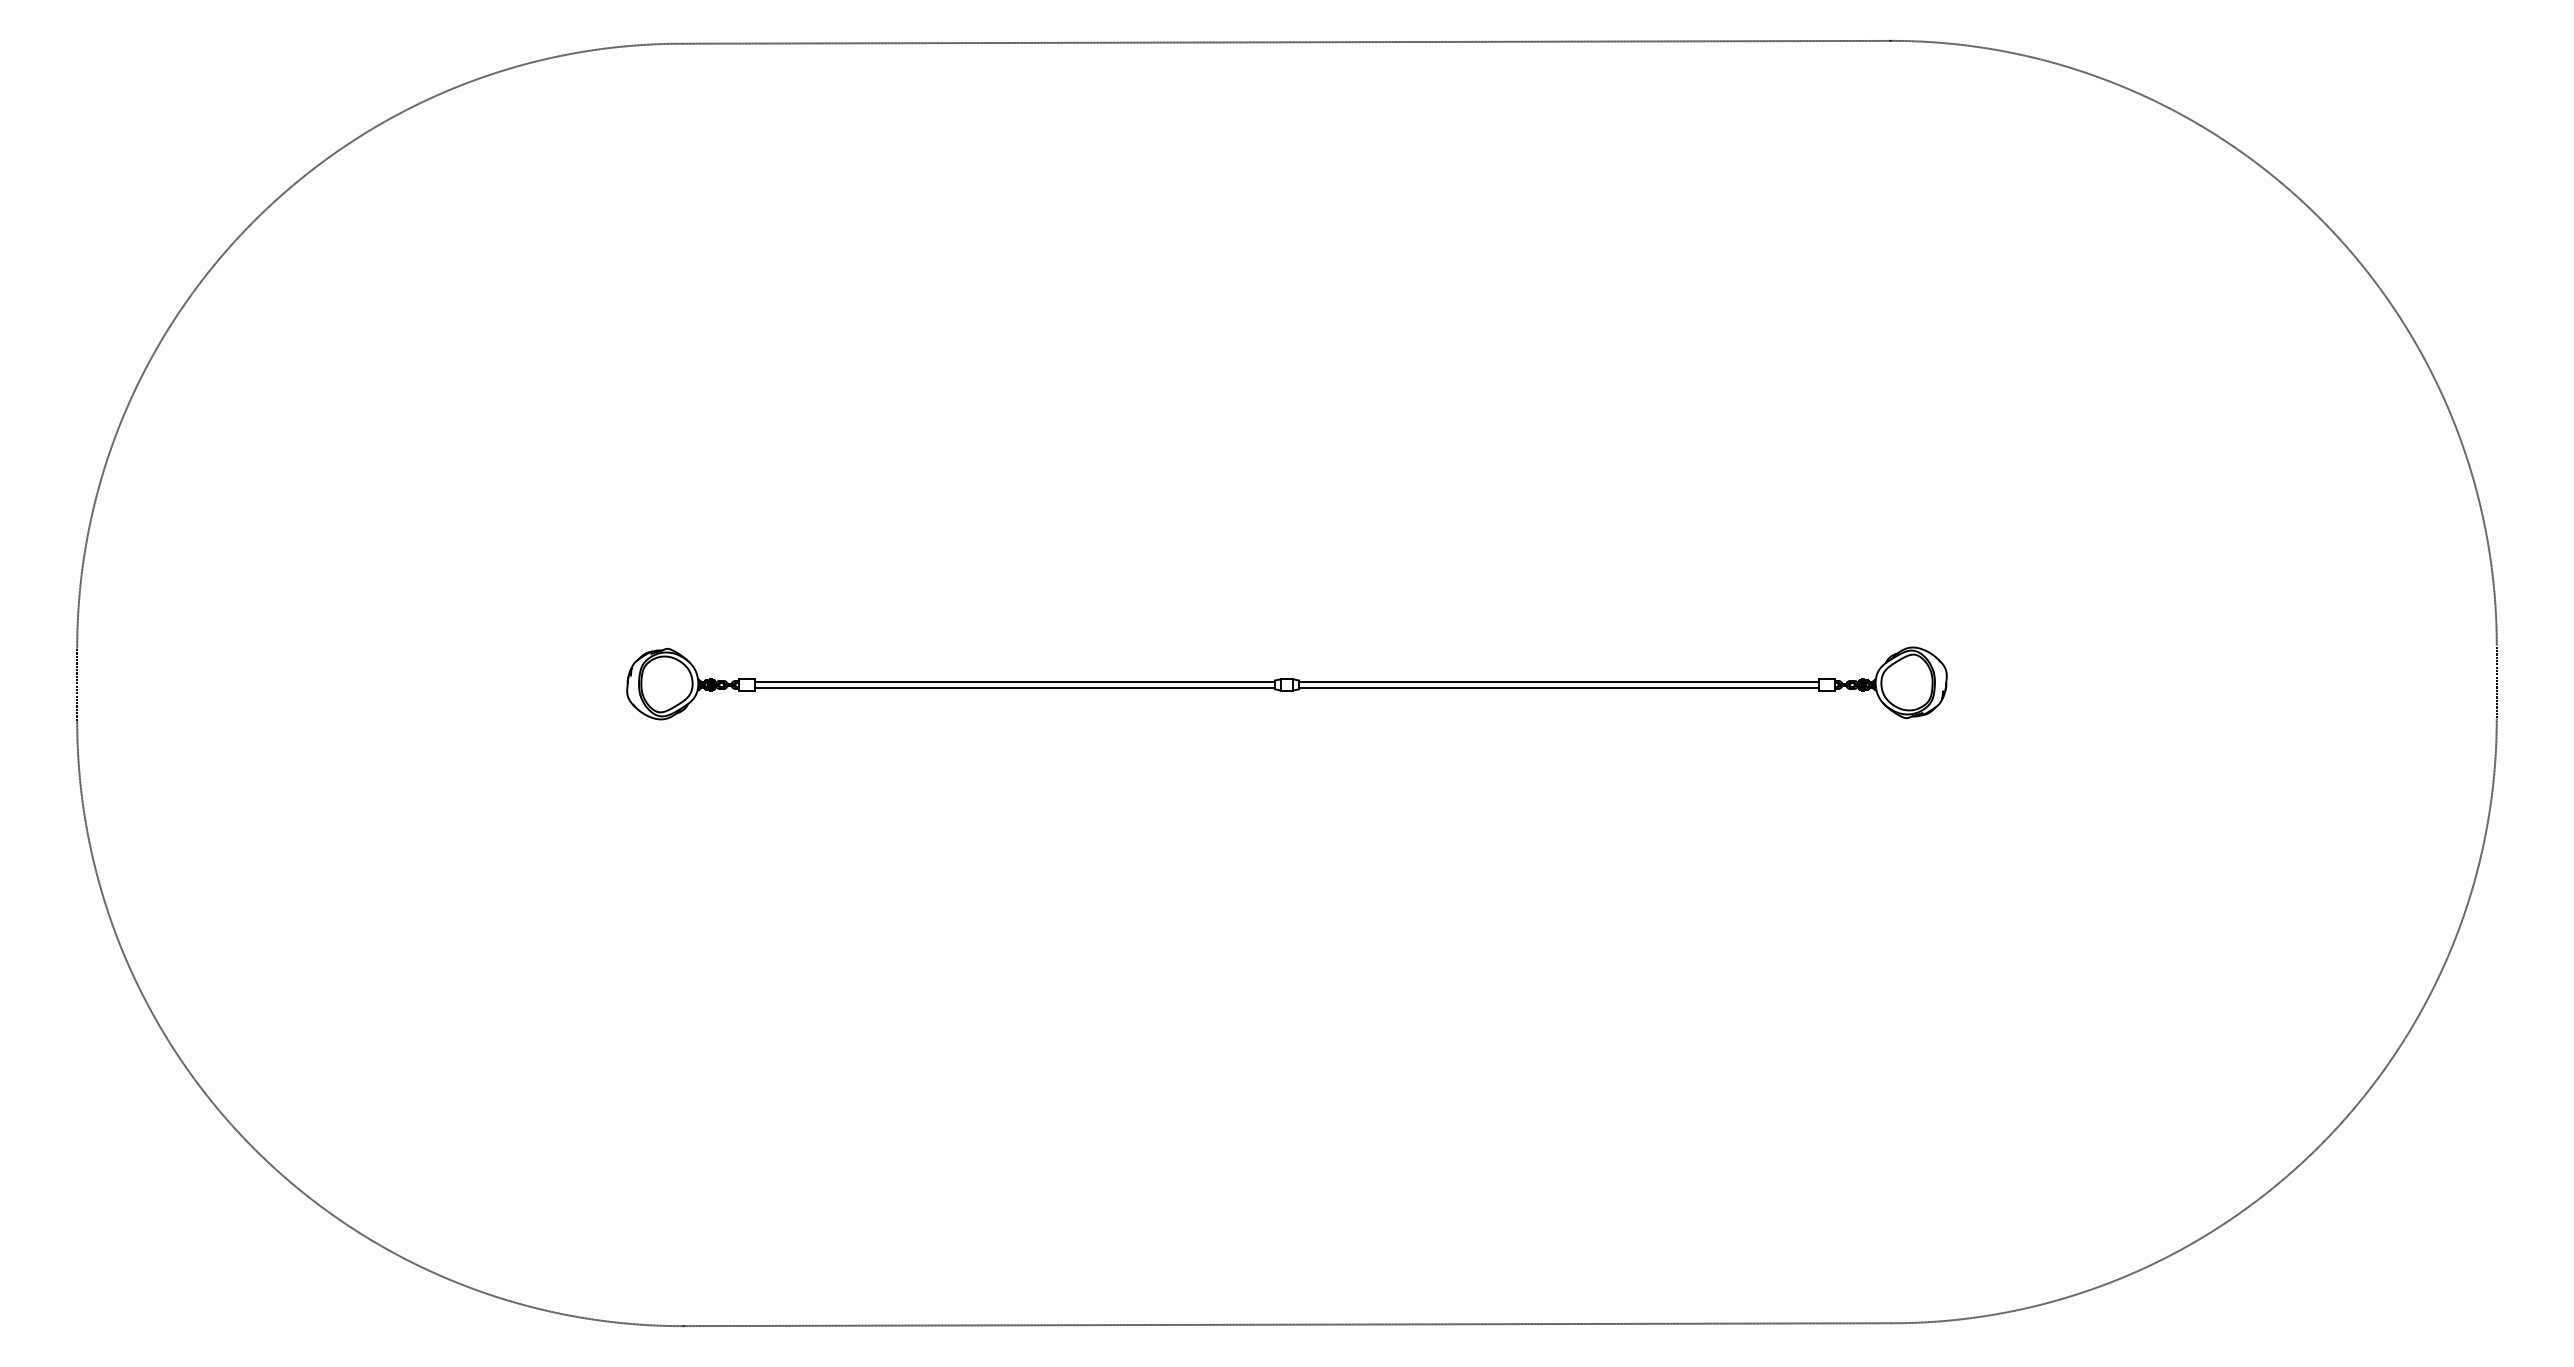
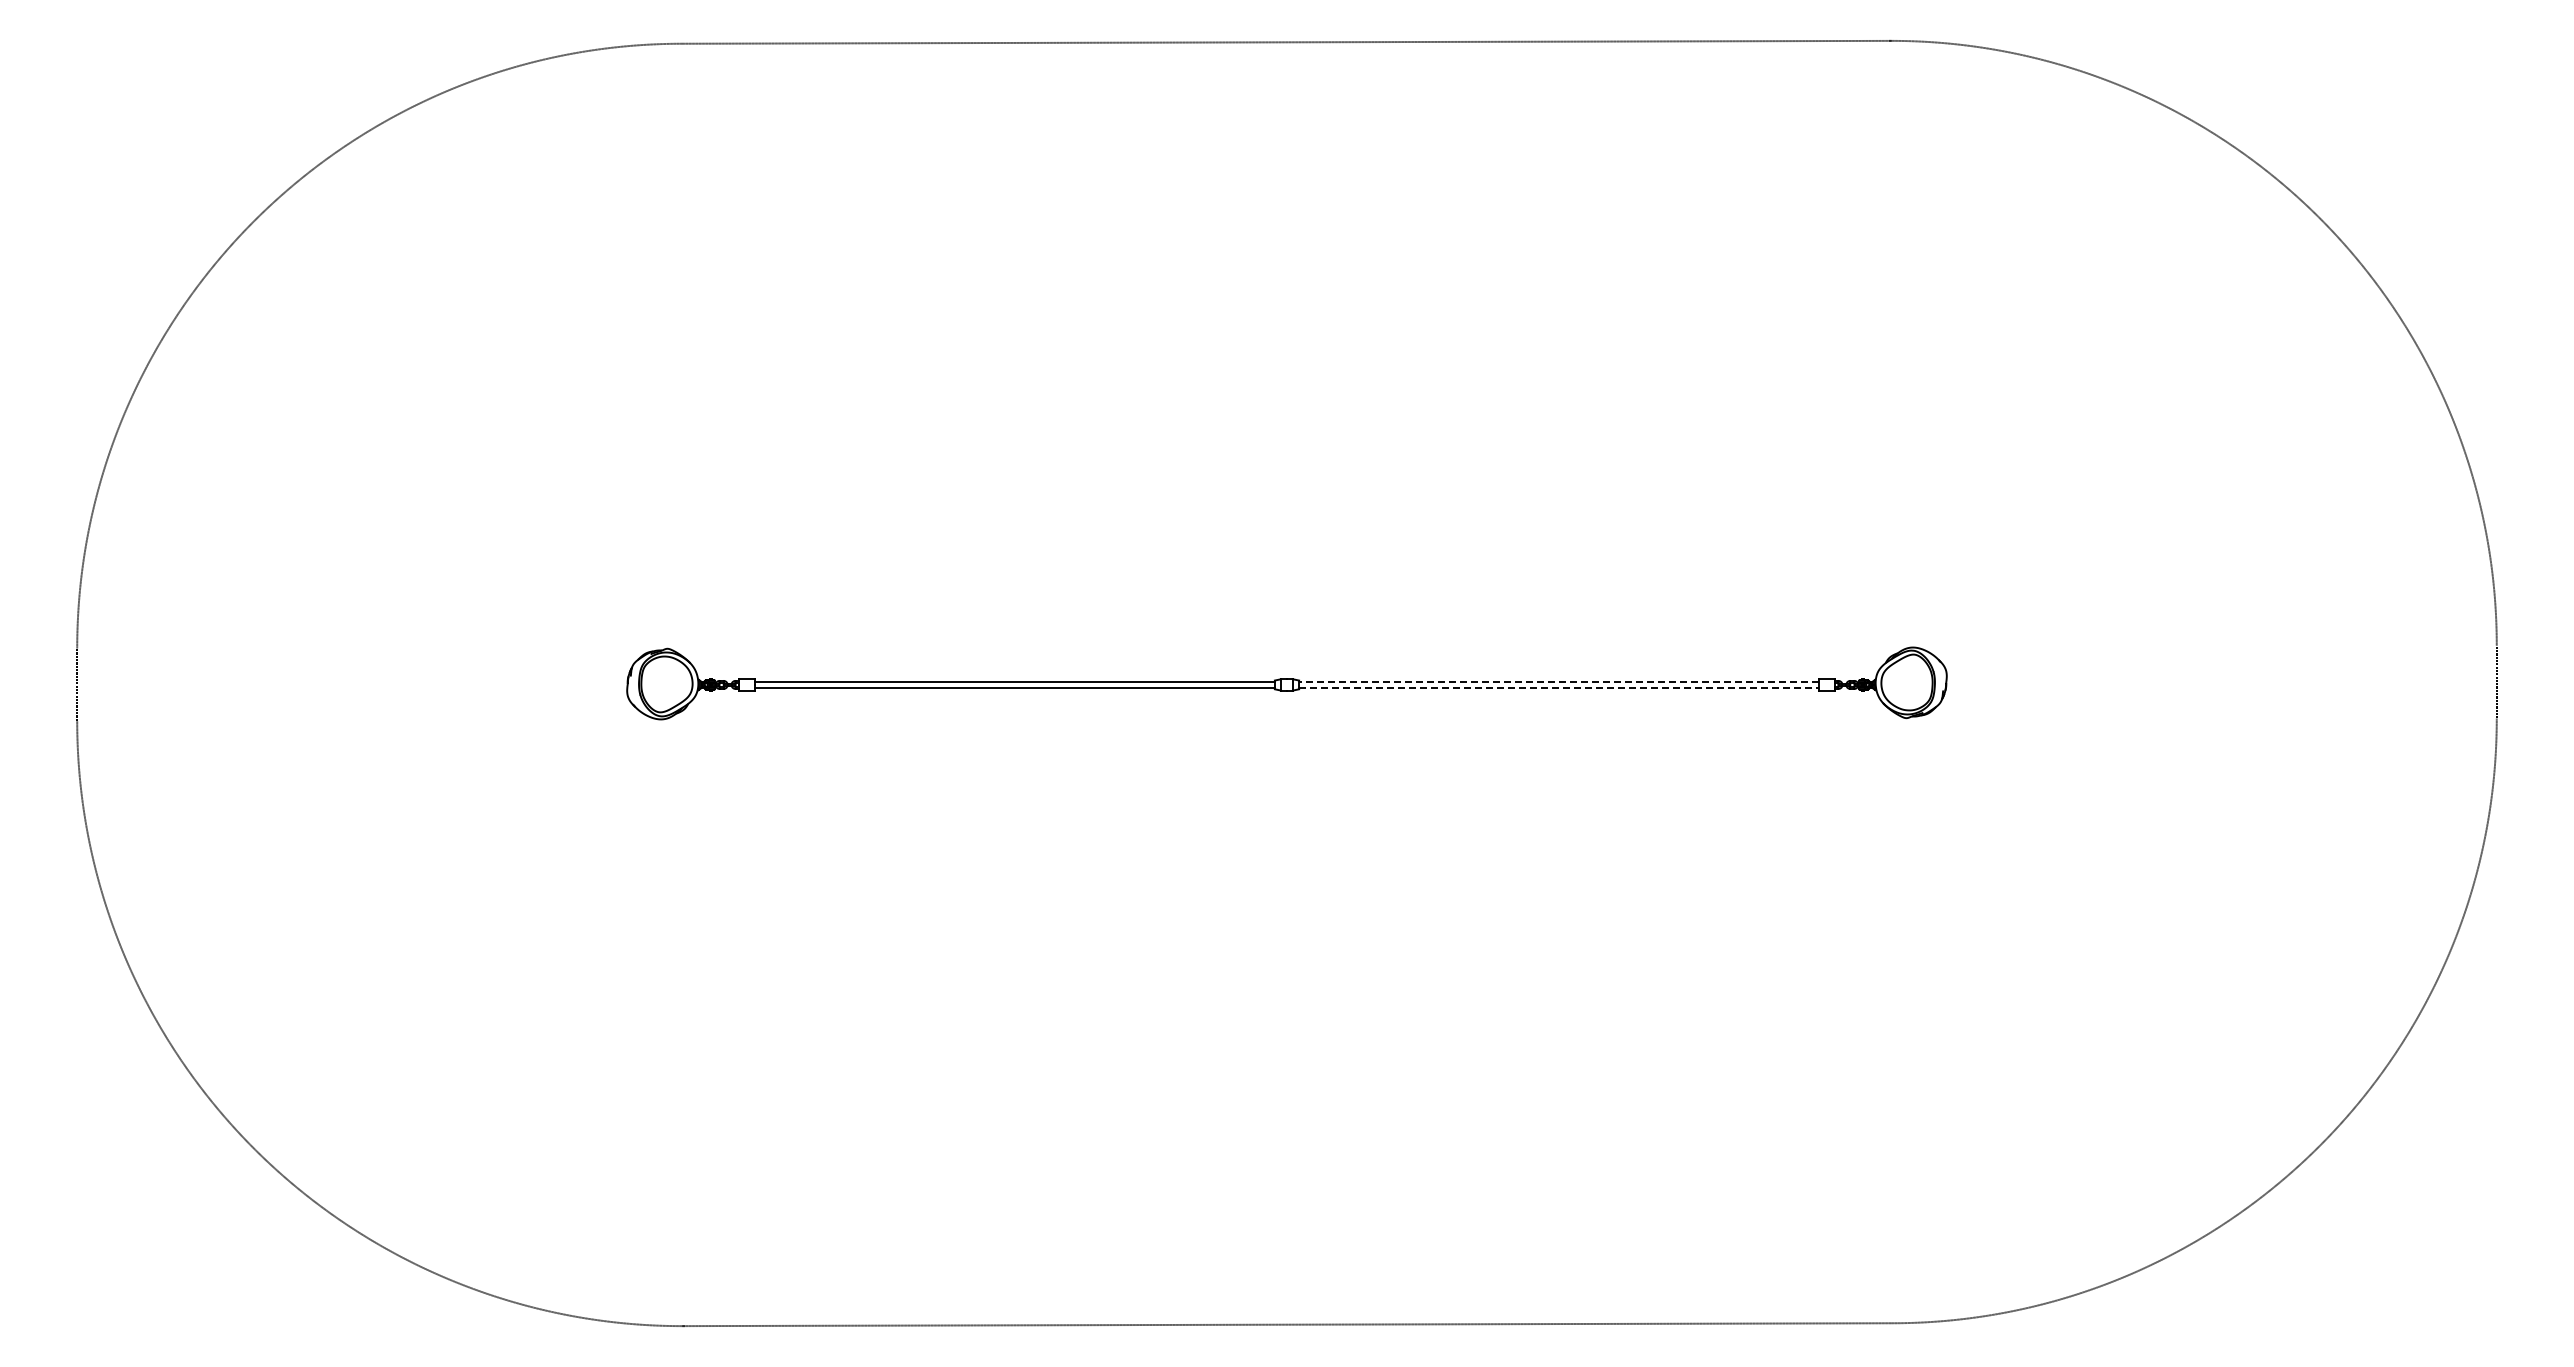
line at (1558, 681): solid -> dashed
line at (1559, 688): solid -> dashed
